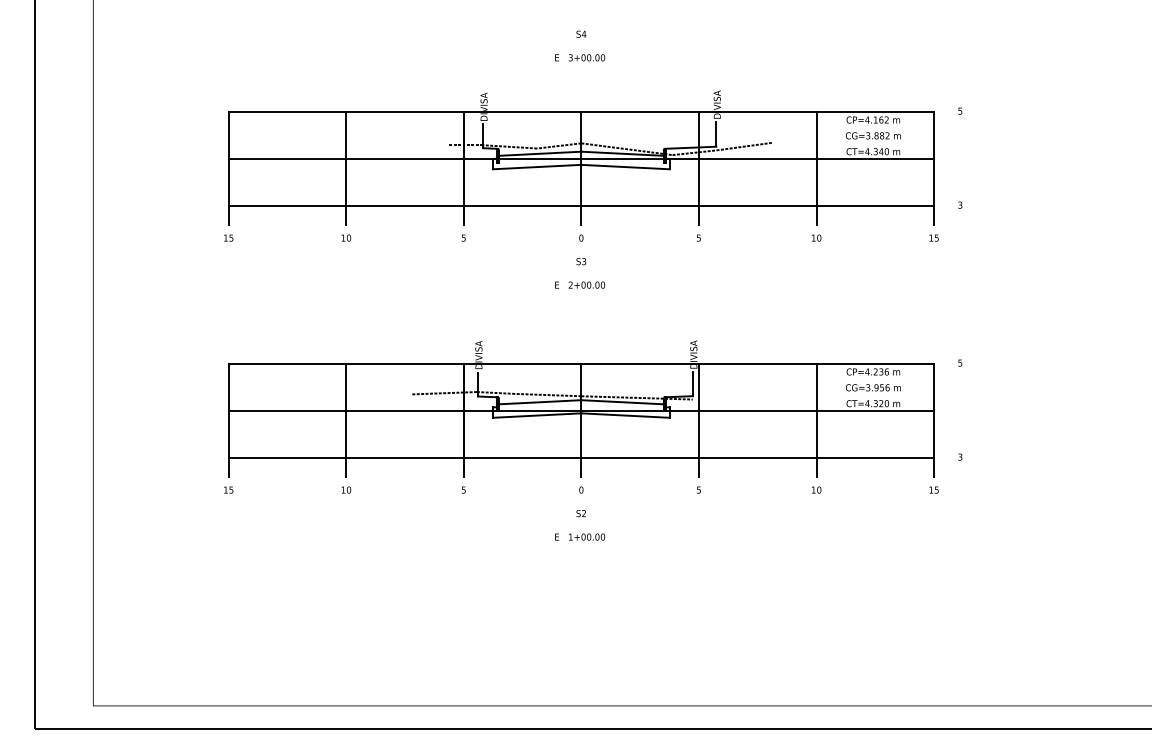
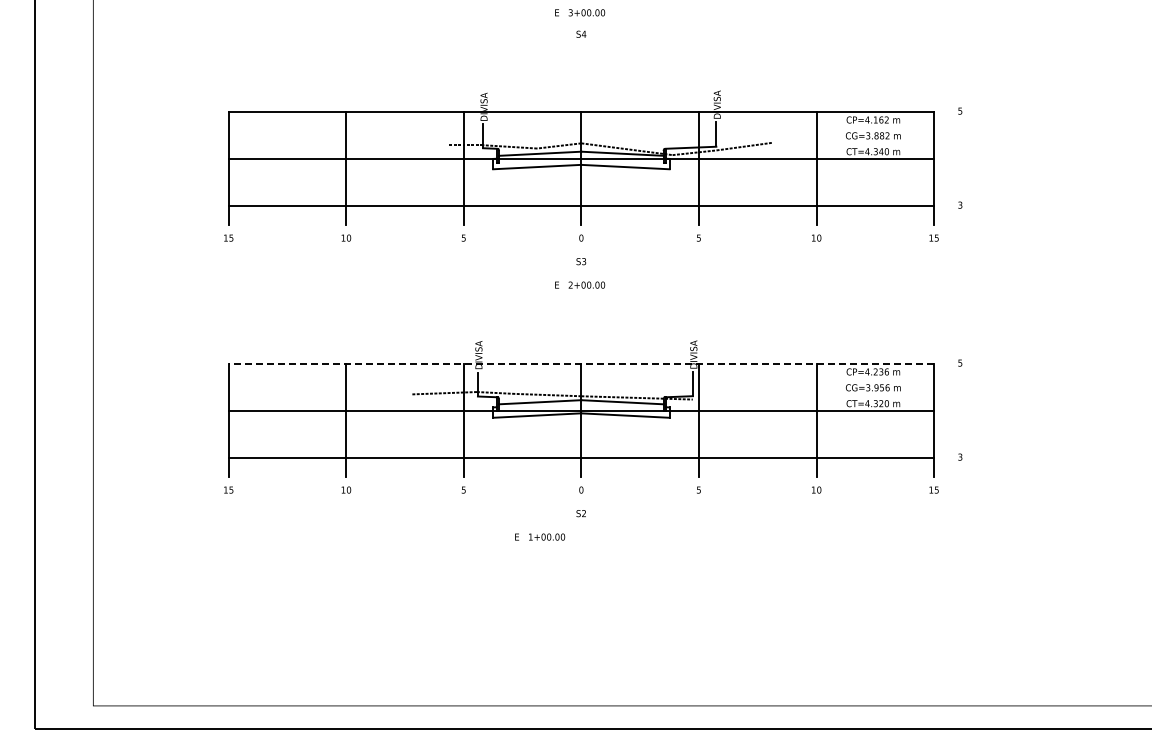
text at (580, 57) position: (580, 57) -> (580, 12)
line at (581, 364): solid -> dashed
text at (580, 536) position: (580, 536) -> (540, 536)
